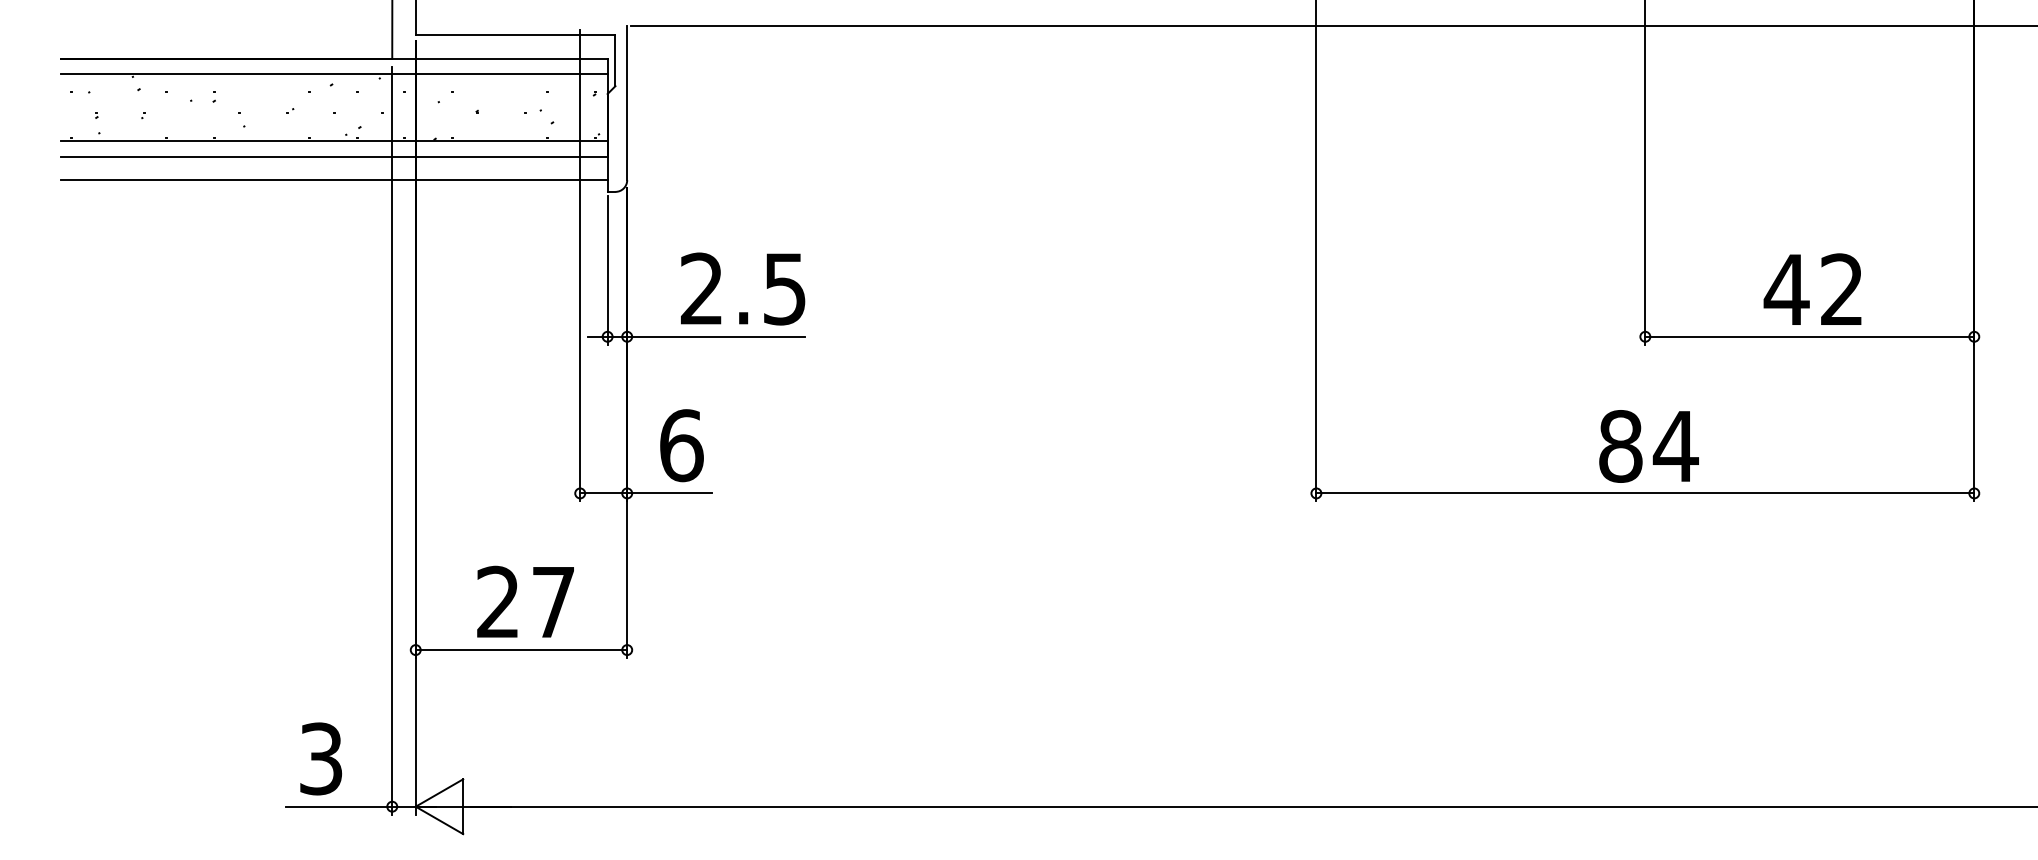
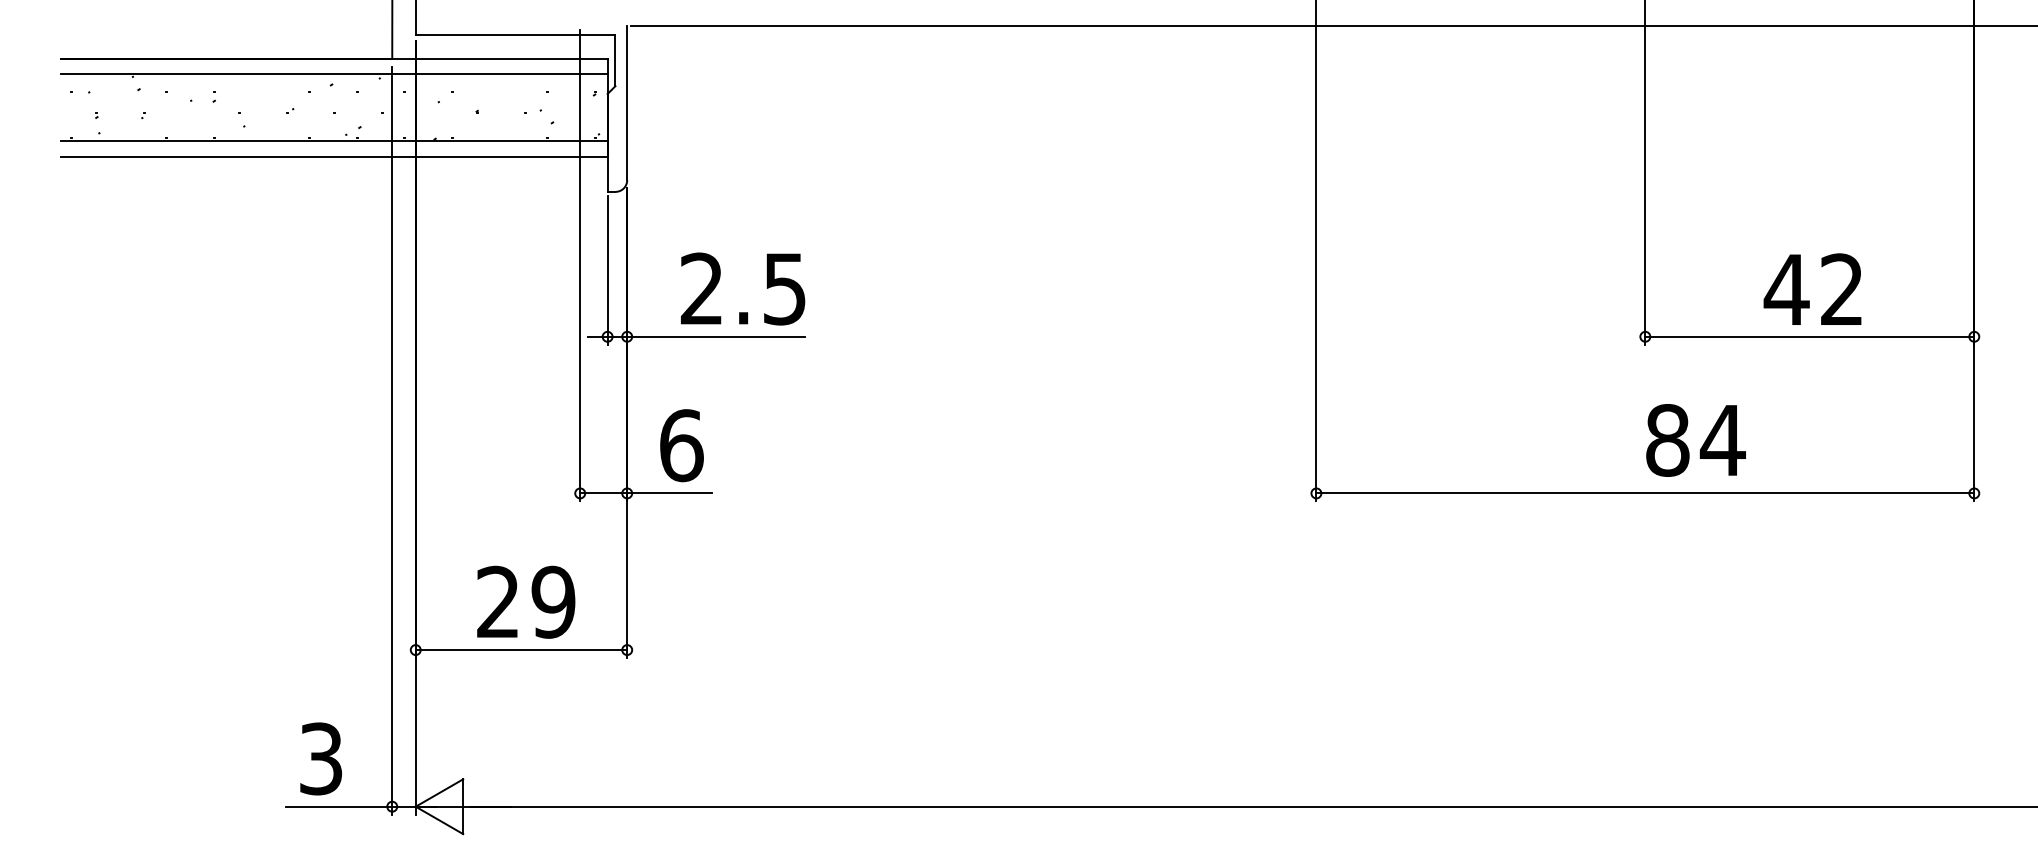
line at (334, 180): present -> none
text at (1648, 446) position: (1648, 446) -> (1695, 440)
text at (553, 601): 27 -> 29
